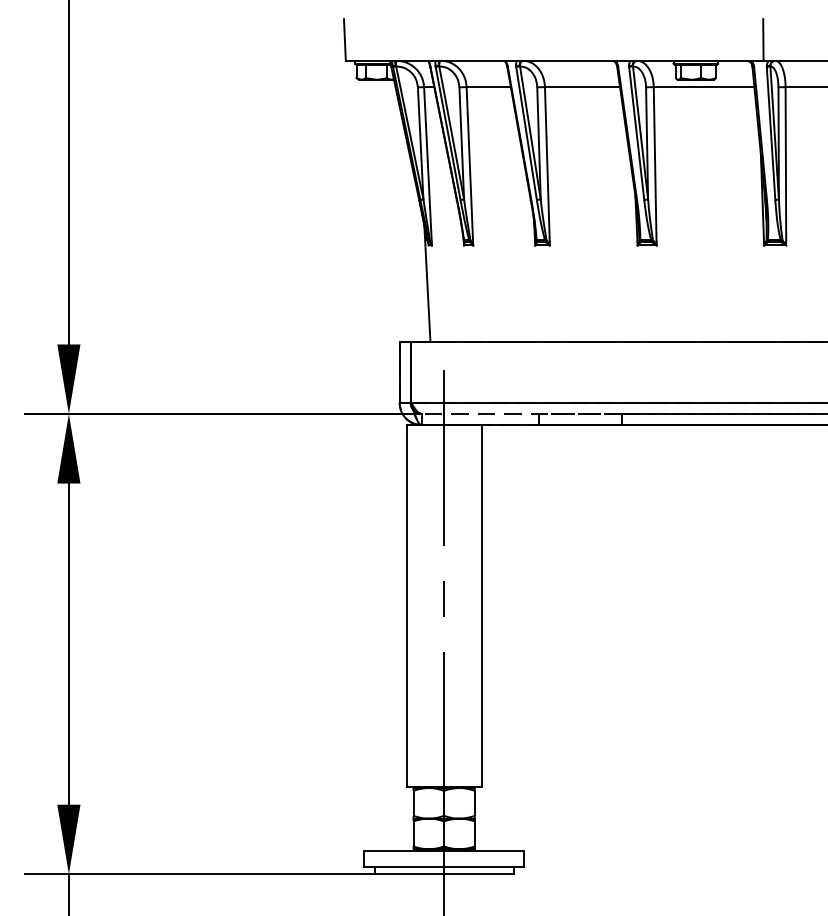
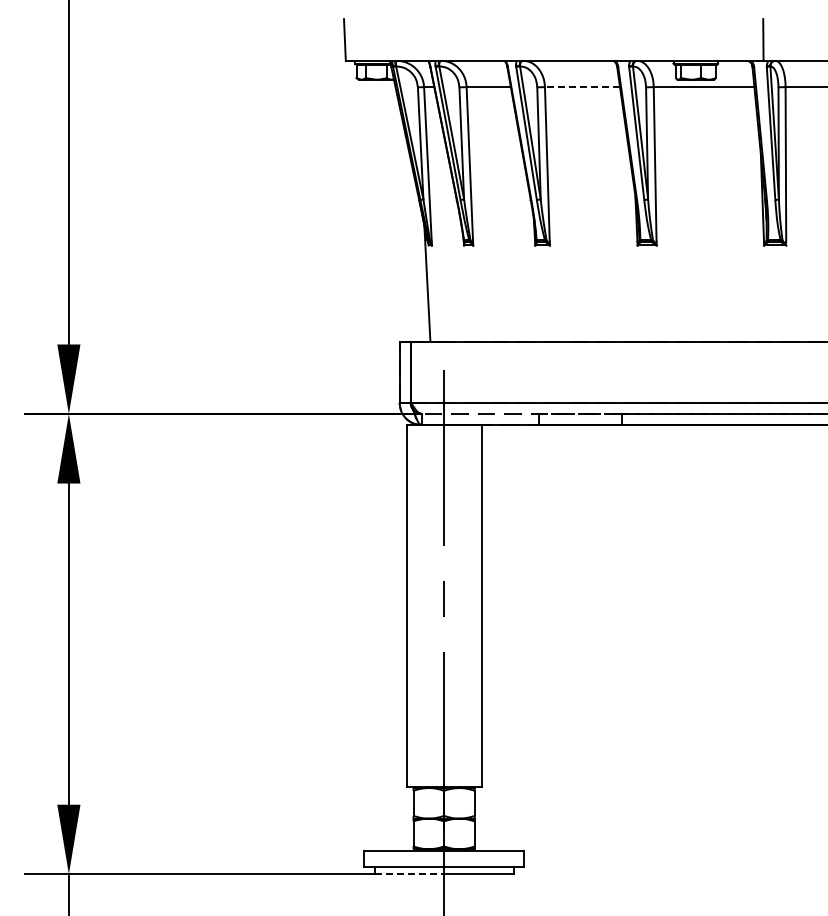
line at (581, 87): solid -> dashed
line at (409, 874): solid -> dashed
